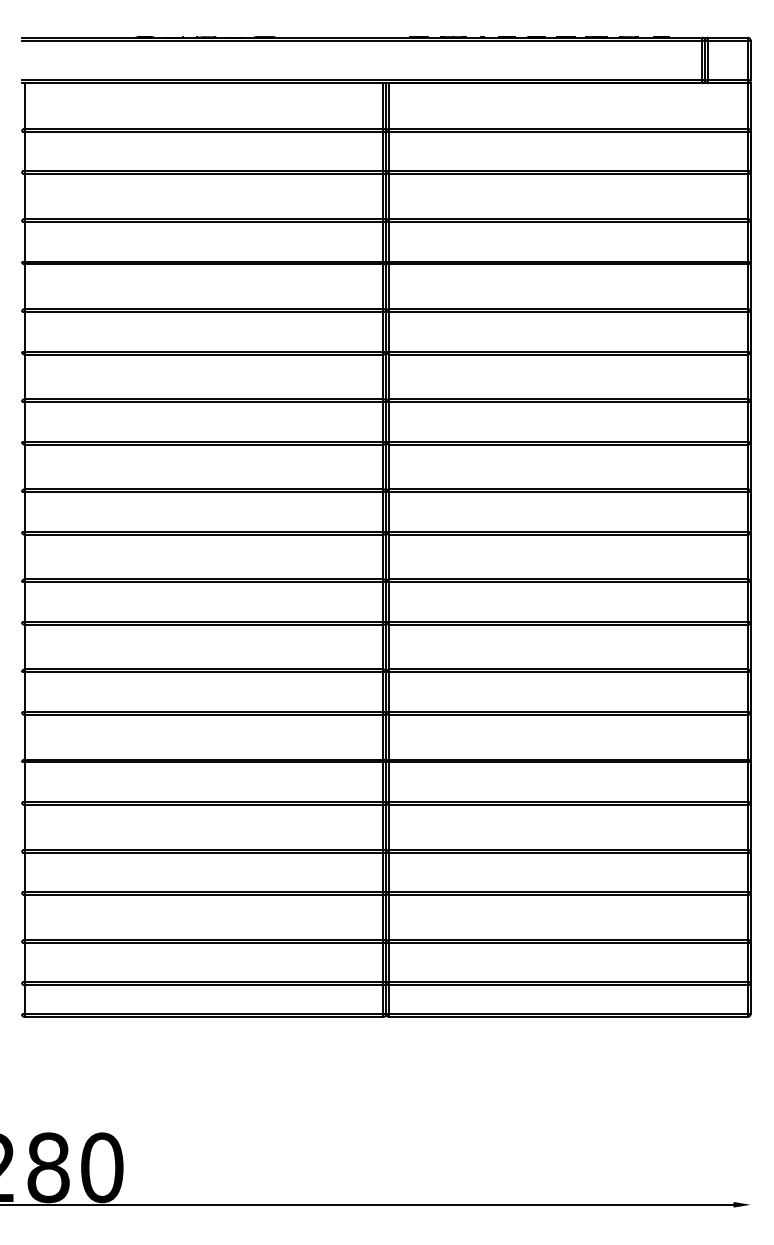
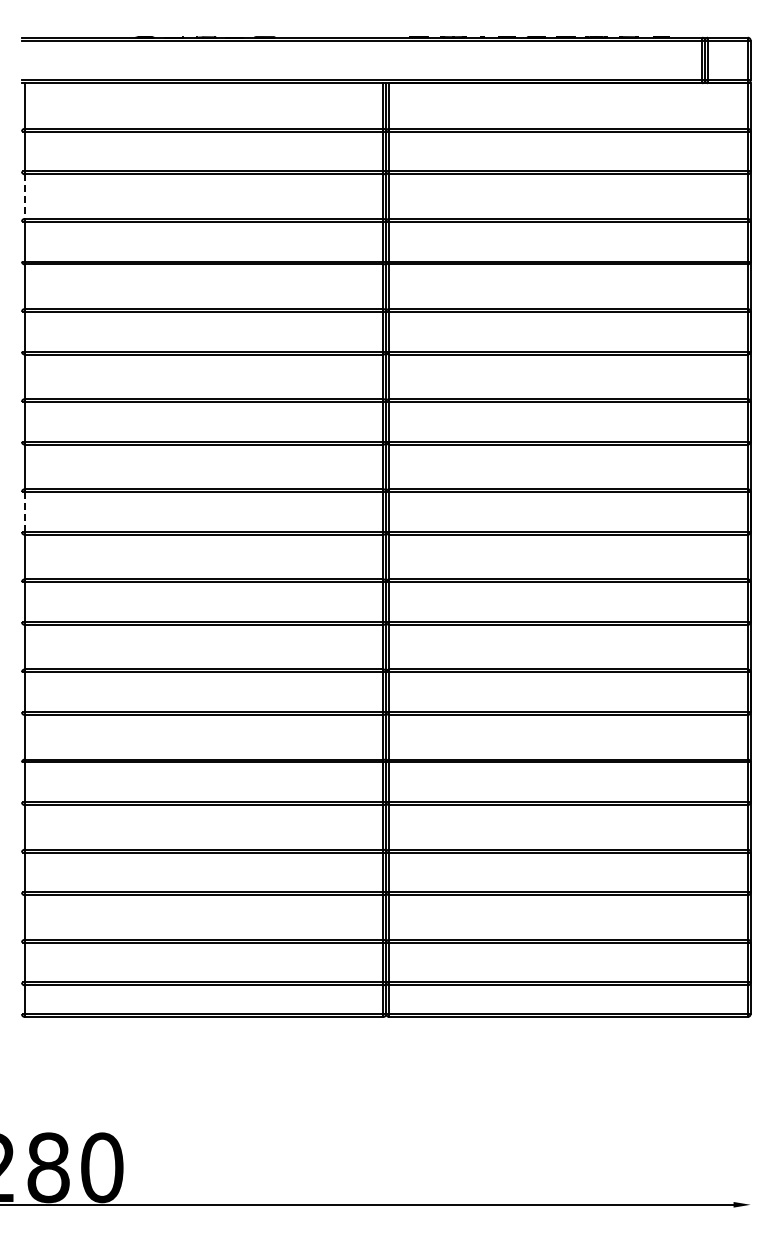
line at (24, 196): solid -> dashed
line at (24, 512): solid -> dashed
